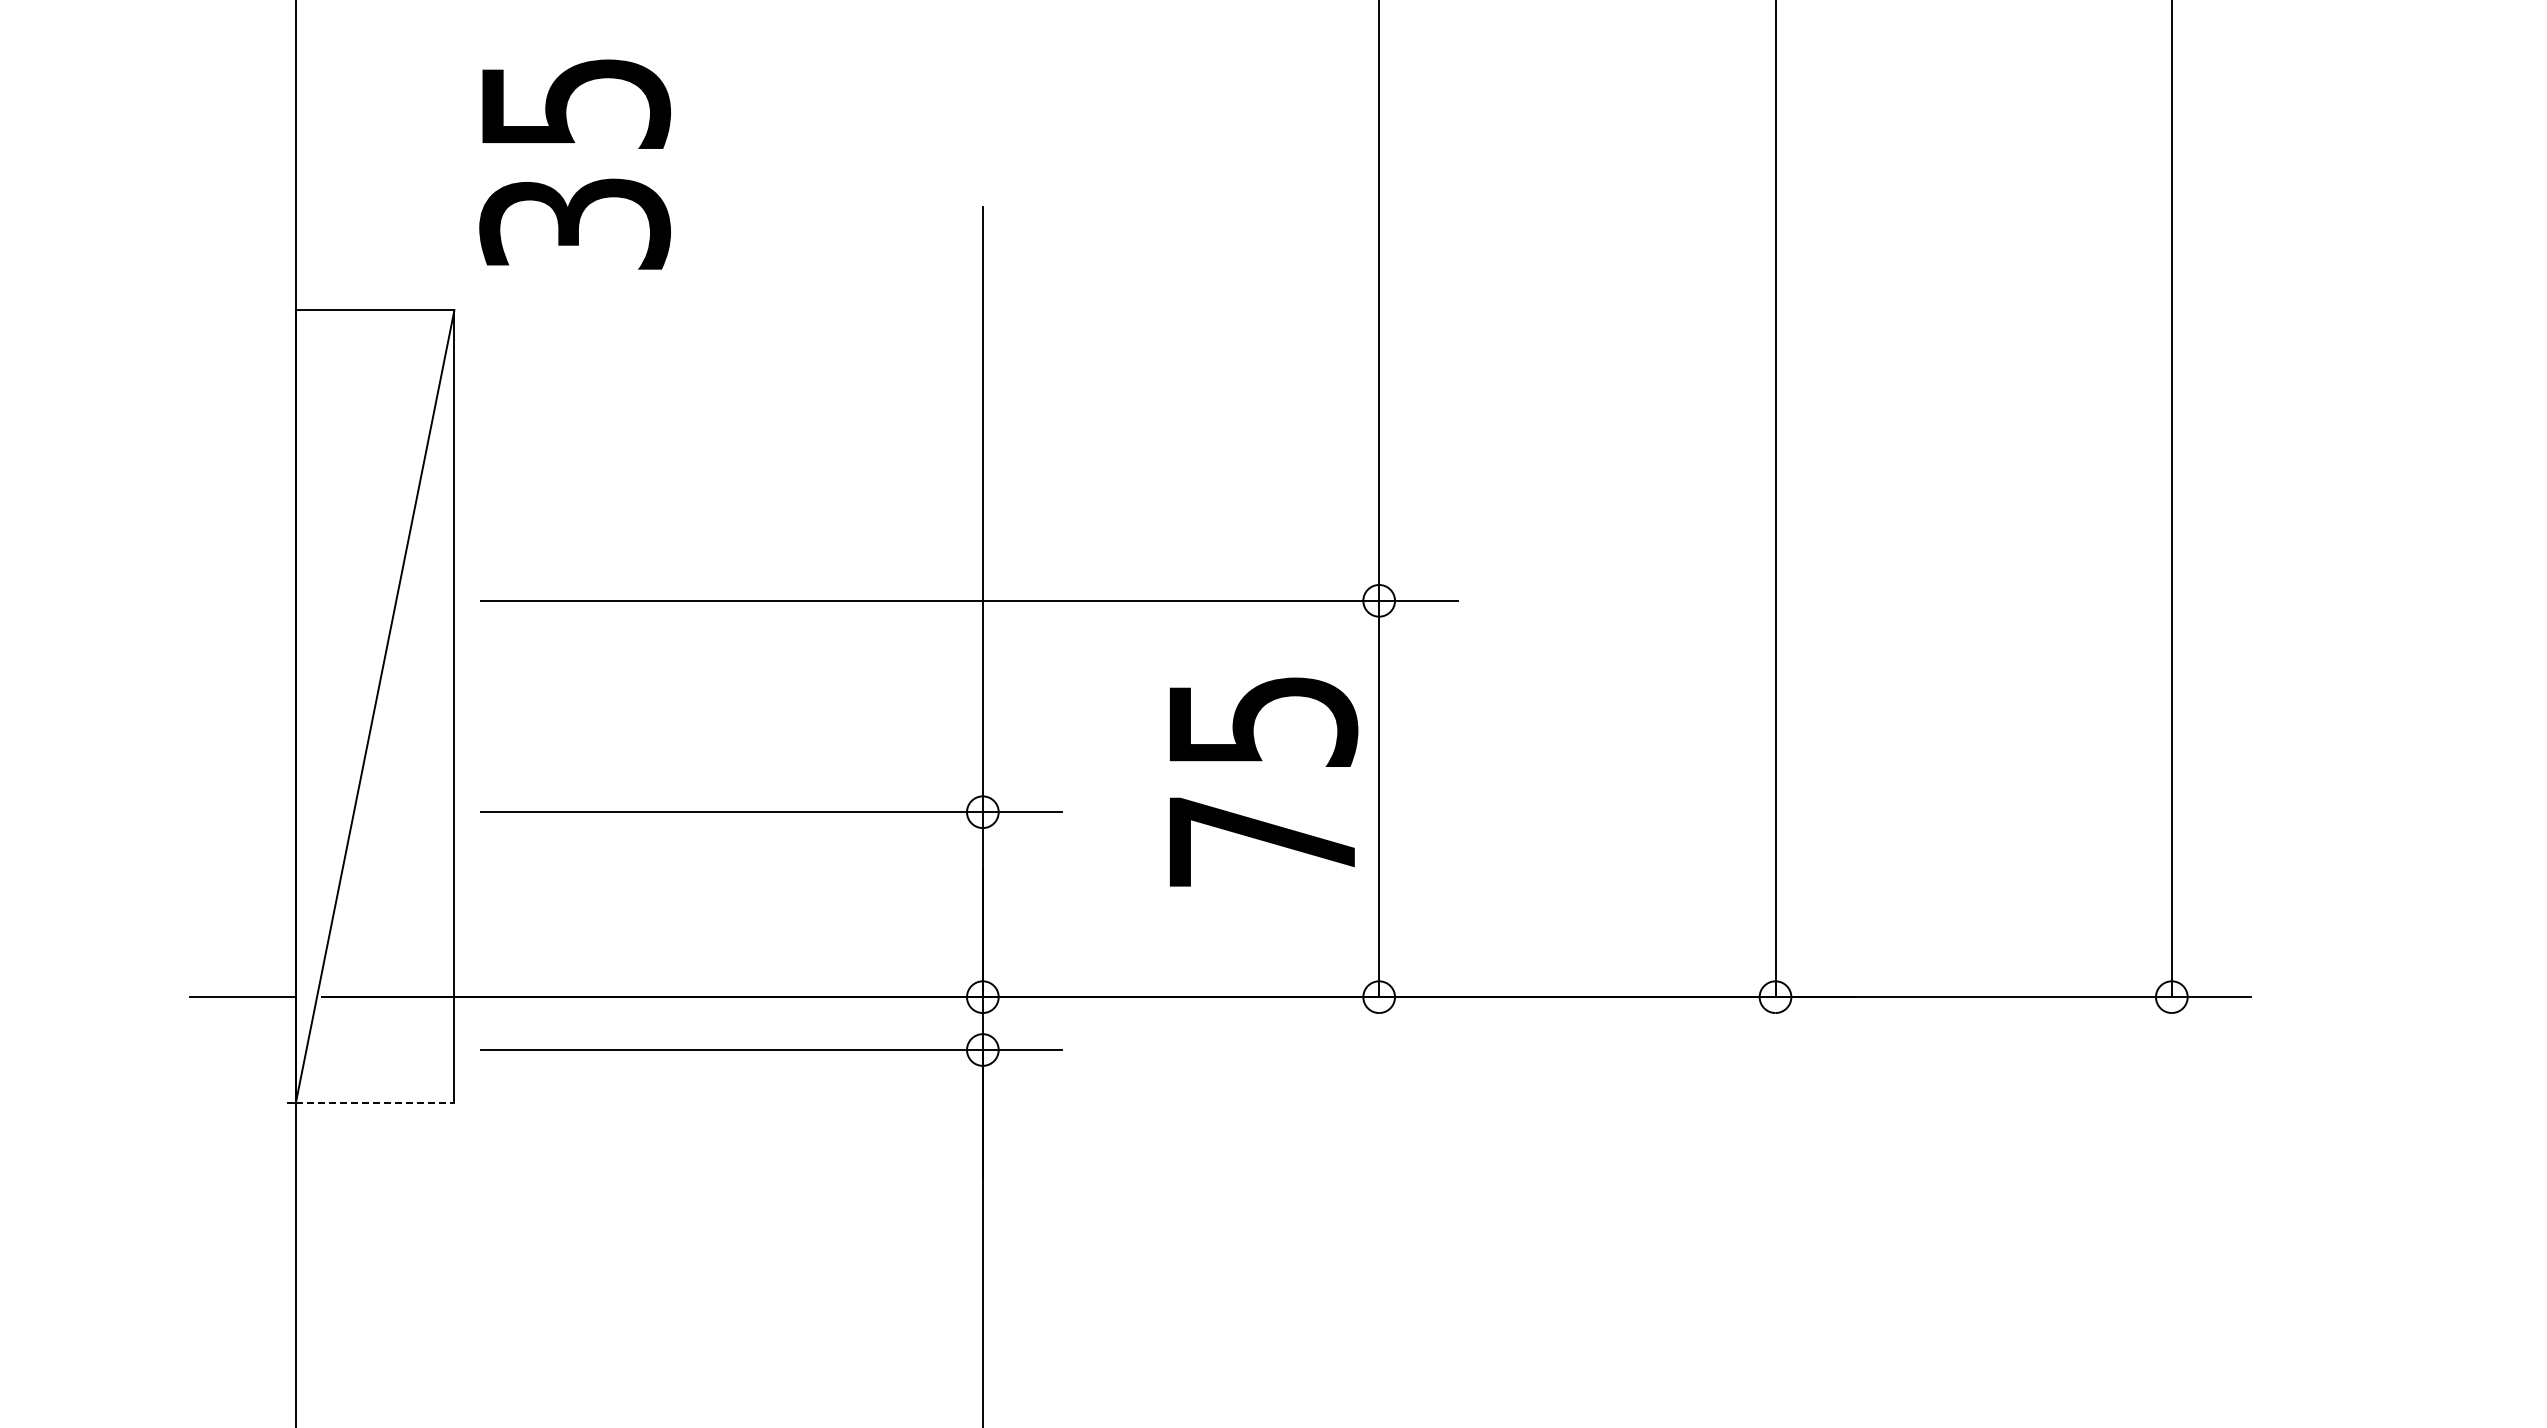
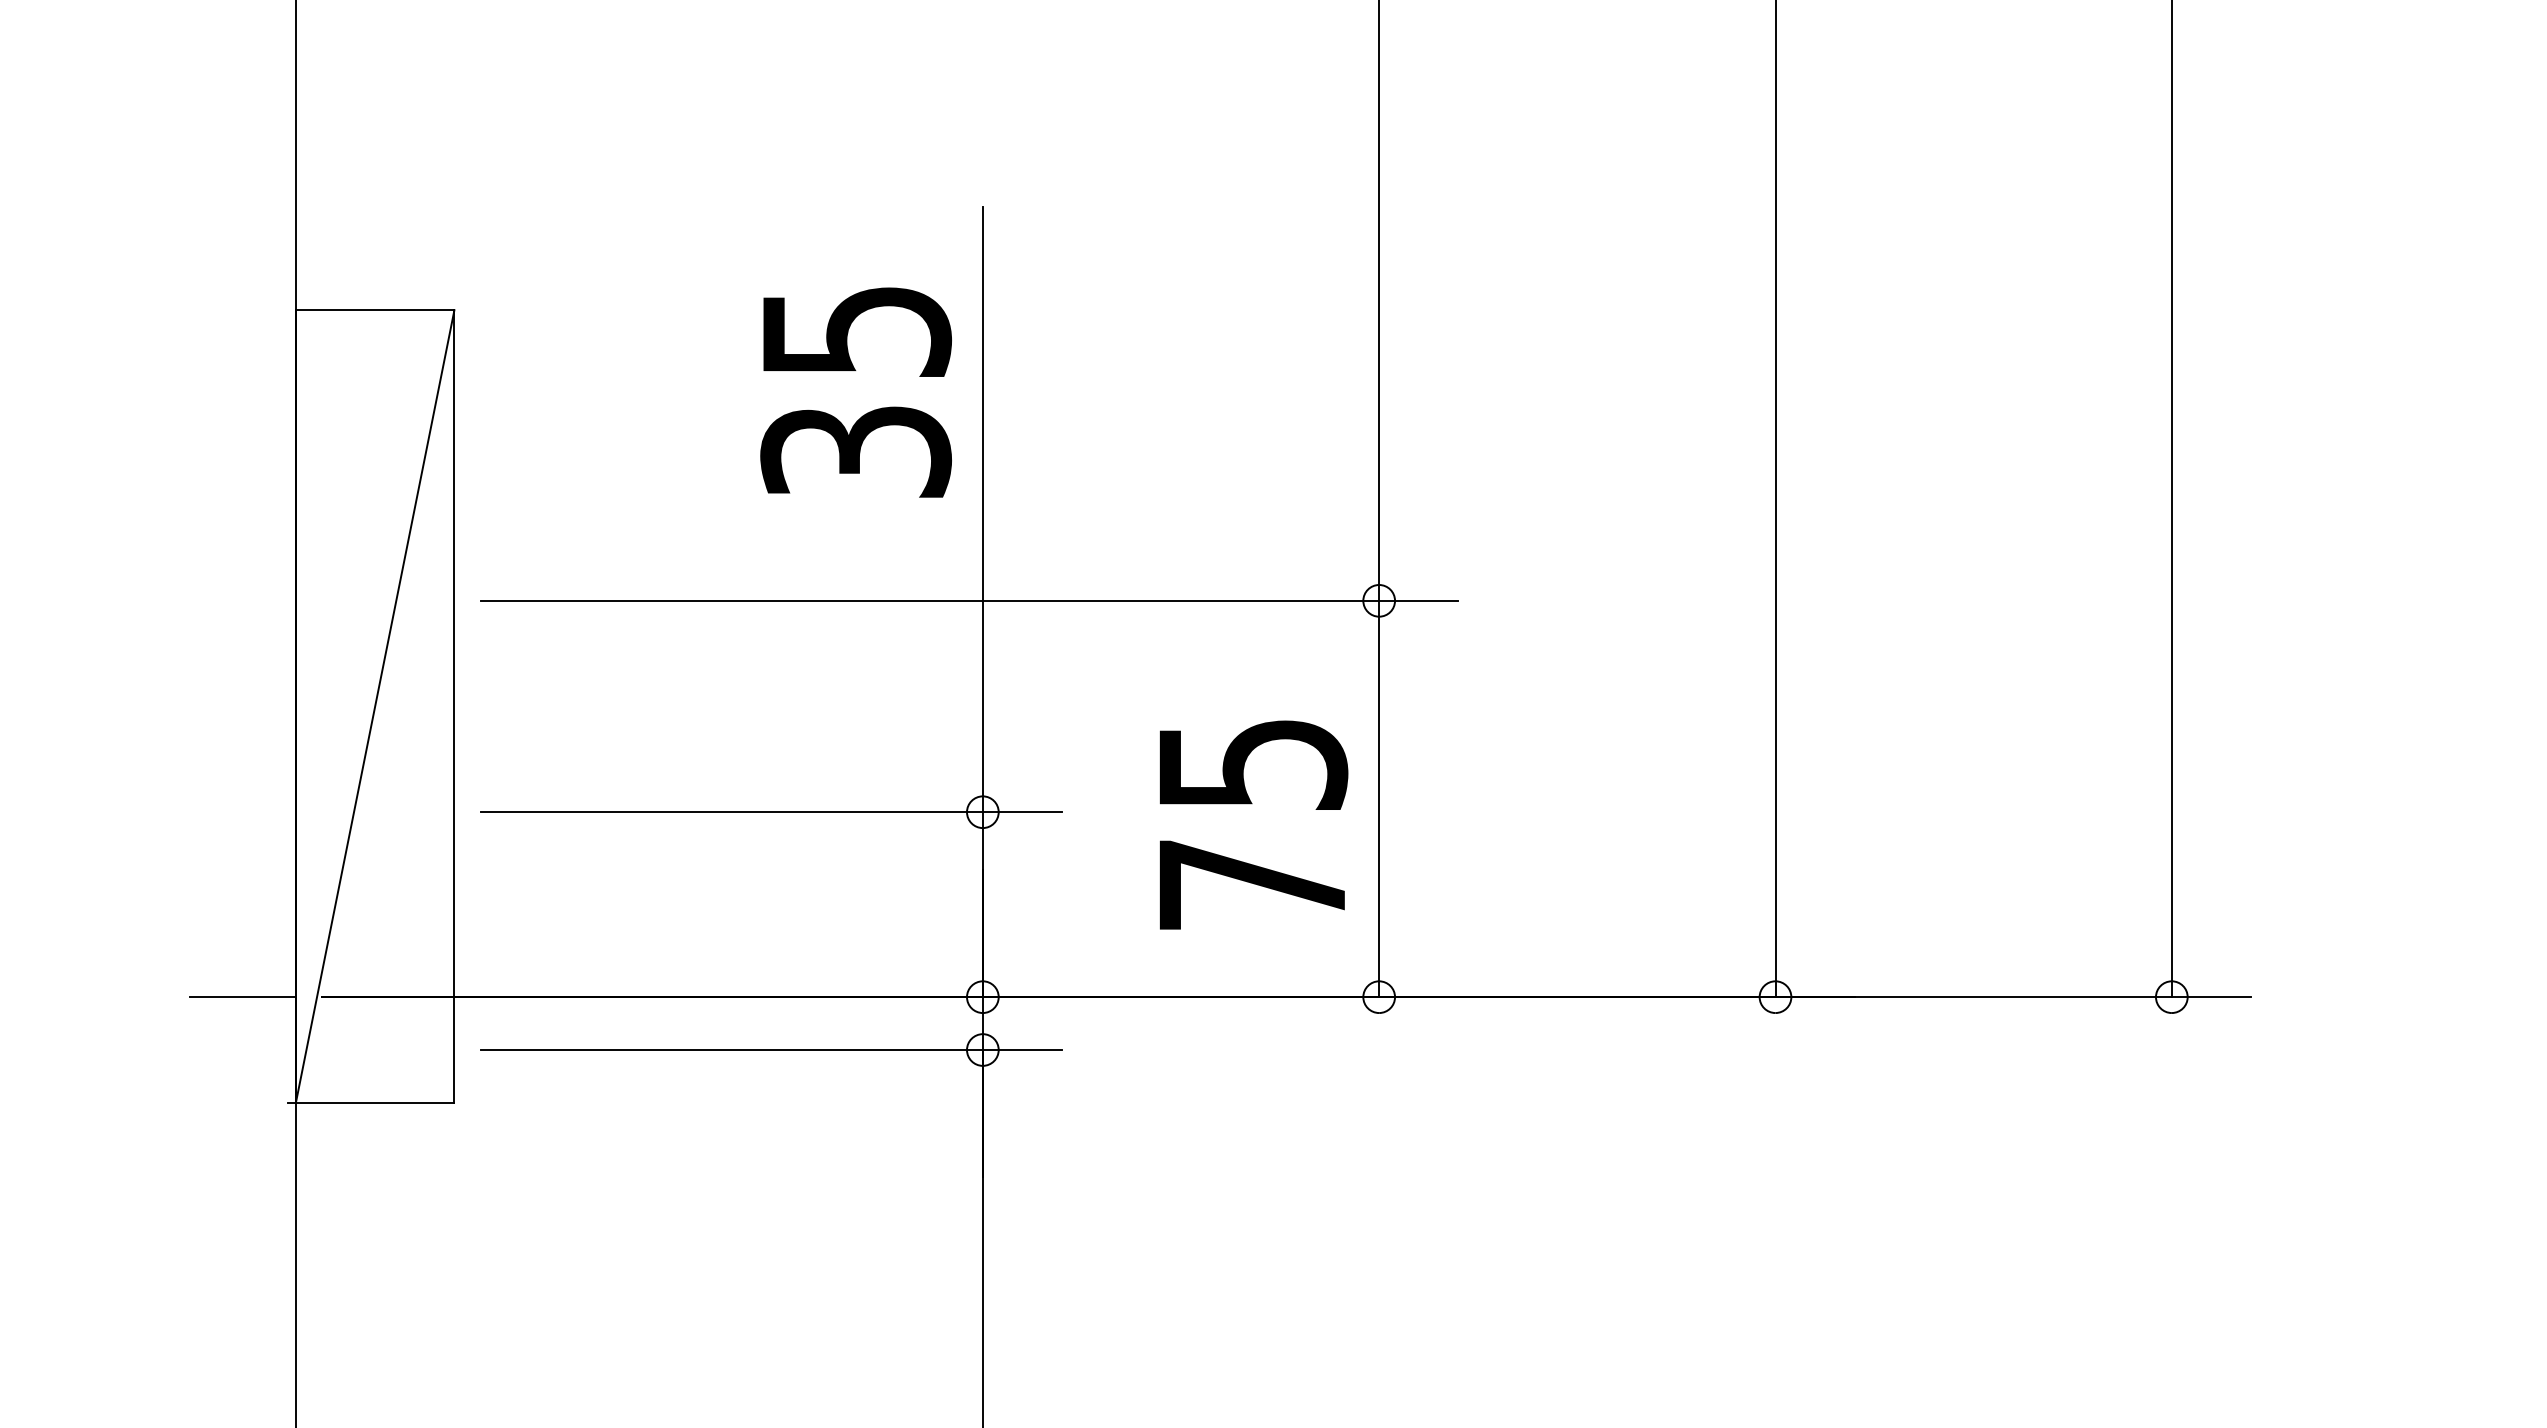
text at (574, 164) position: (574, 164) -> (855, 392)
text at (1264, 781) position: (1264, 781) -> (1254, 824)
line at (375, 1102): dashed -> solid
